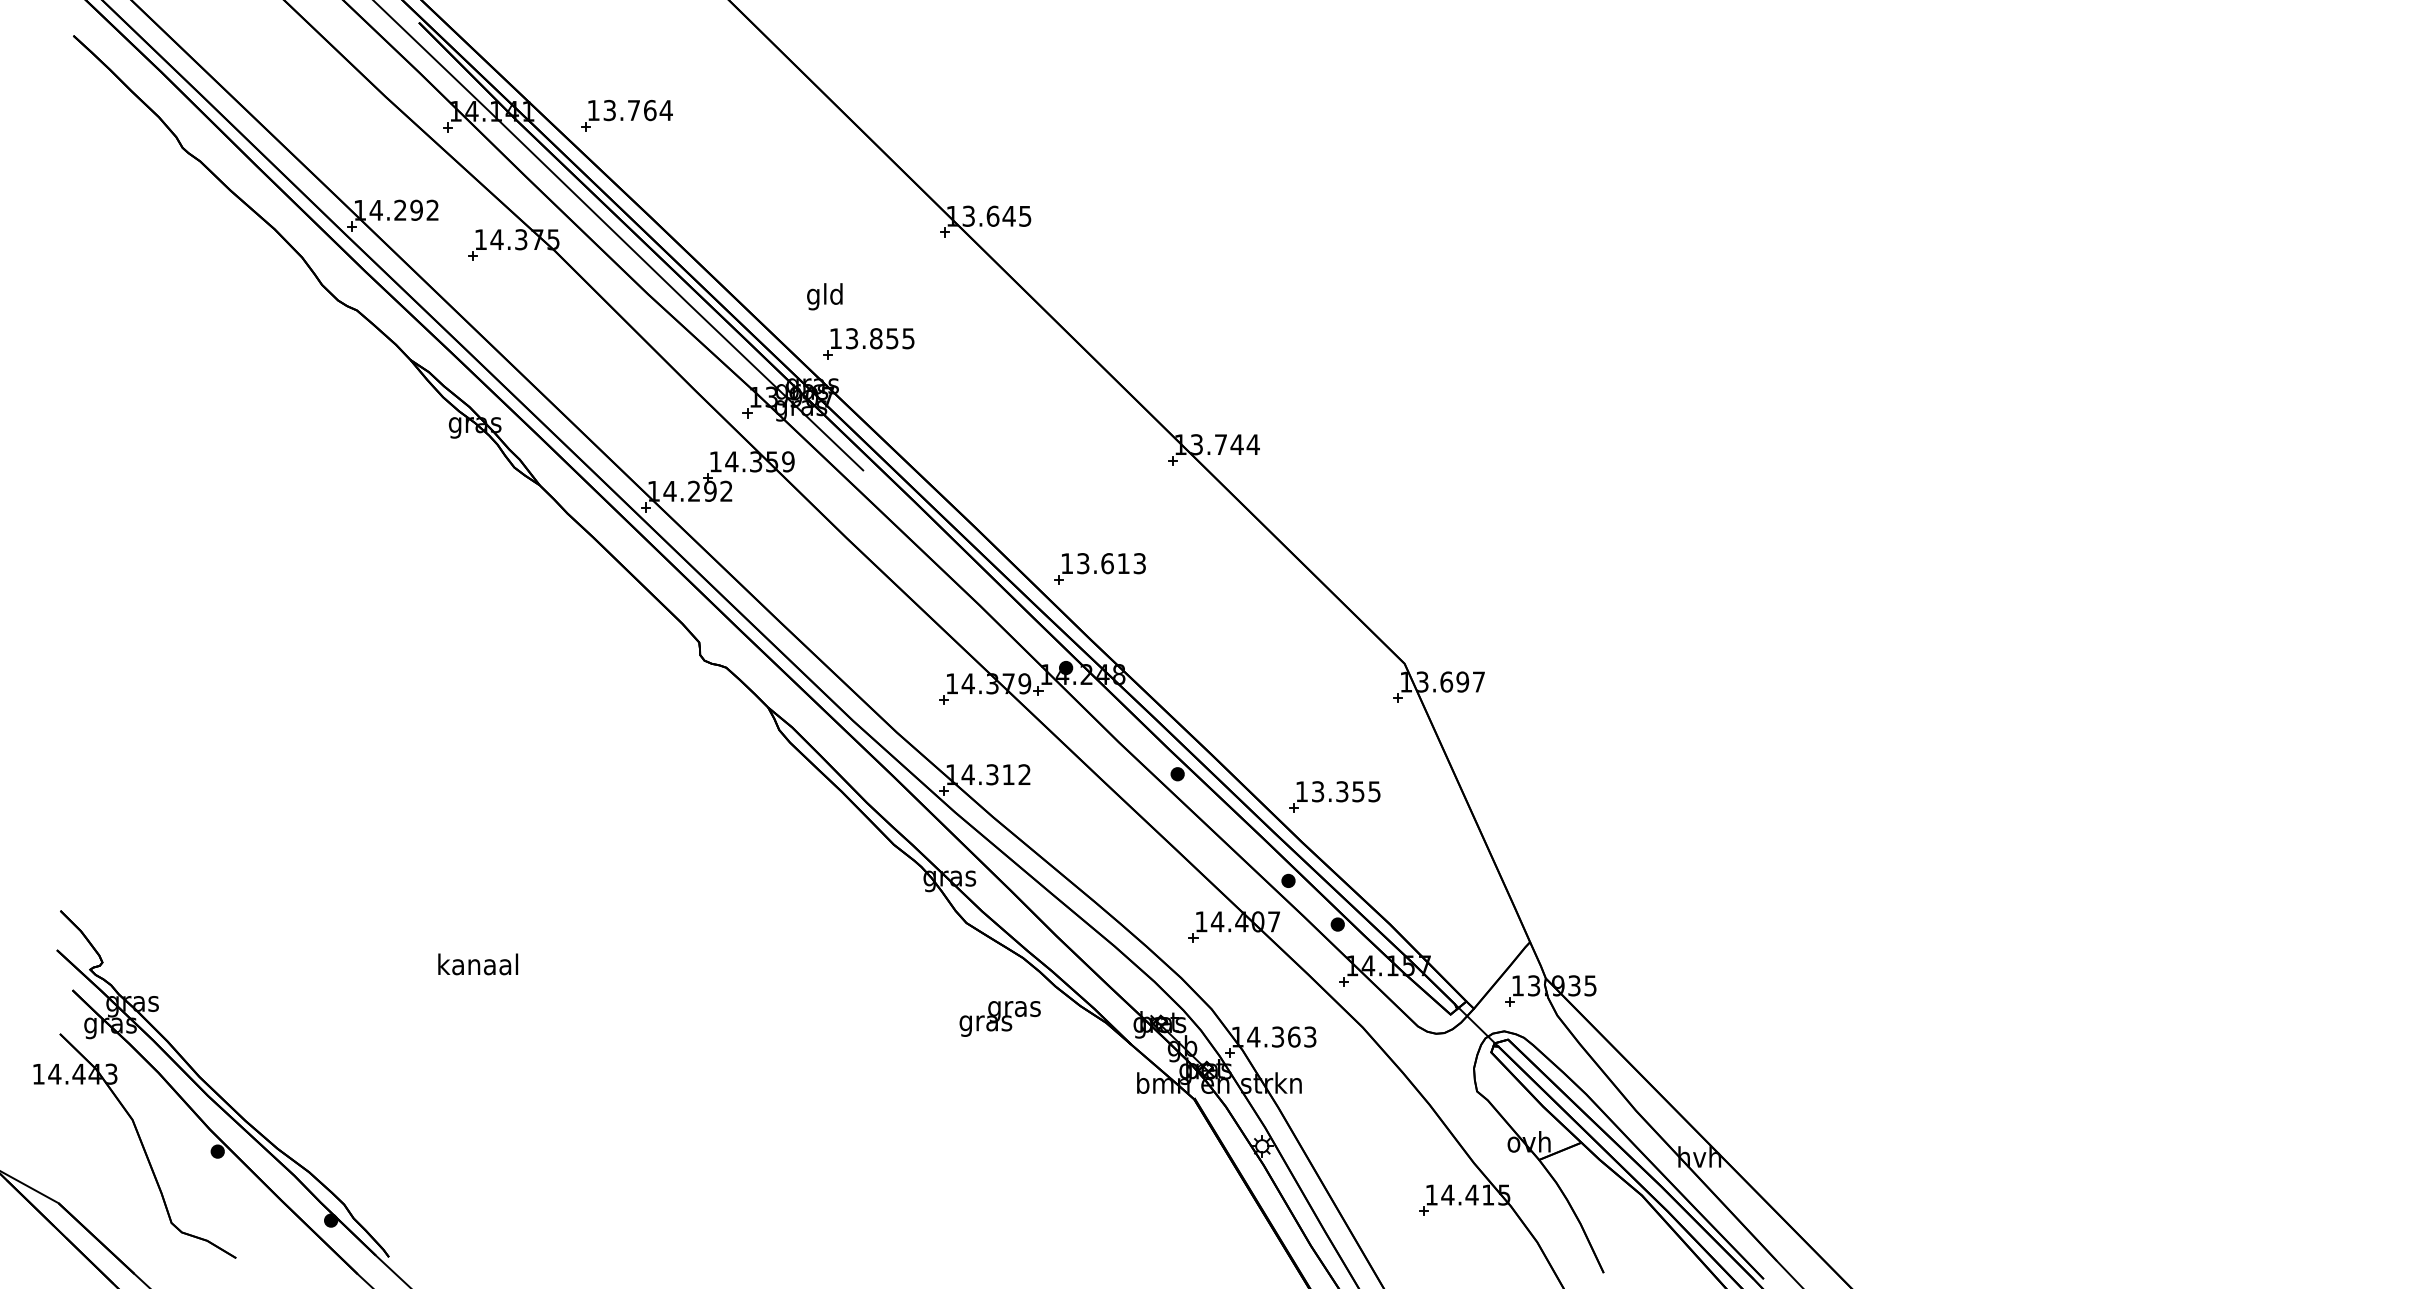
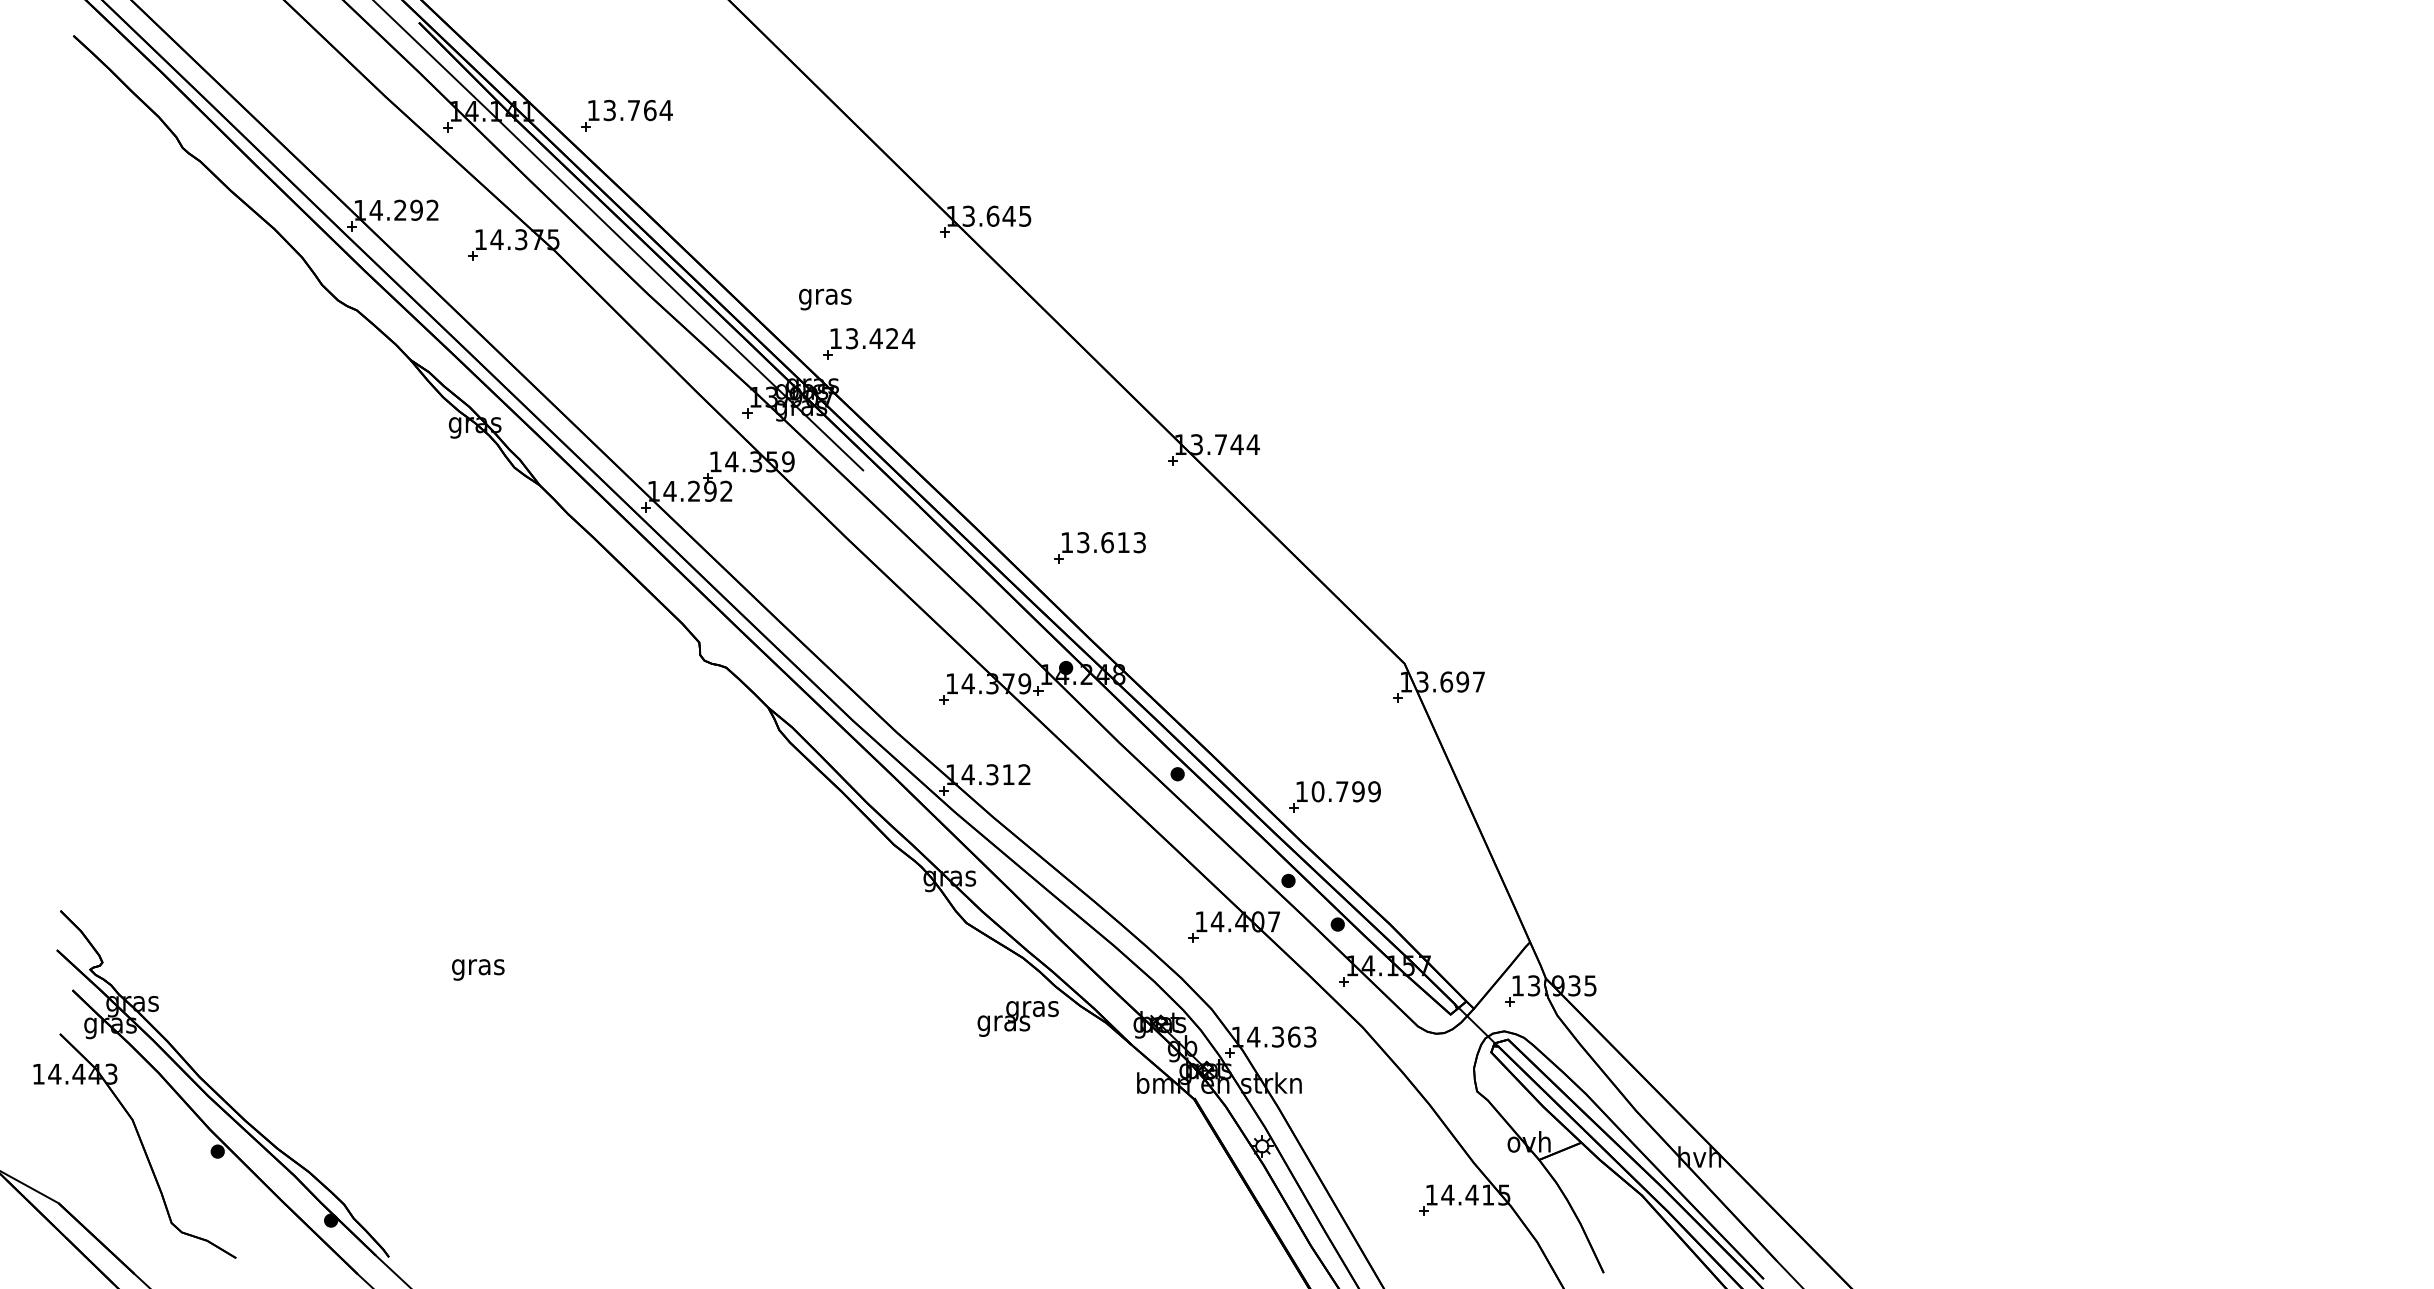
text at (825, 296): gld -> gras
text at (892, 338): 13.855 -> 13.424
part at (1099, 568) position: (1099, 568) -> (1099, 547)
text at (1345, 791): 13.355 -> 10.799
text at (478, 966): kanaal -> gras
text at (999, 1018) position: (999, 1018) -> (1017, 1018)
